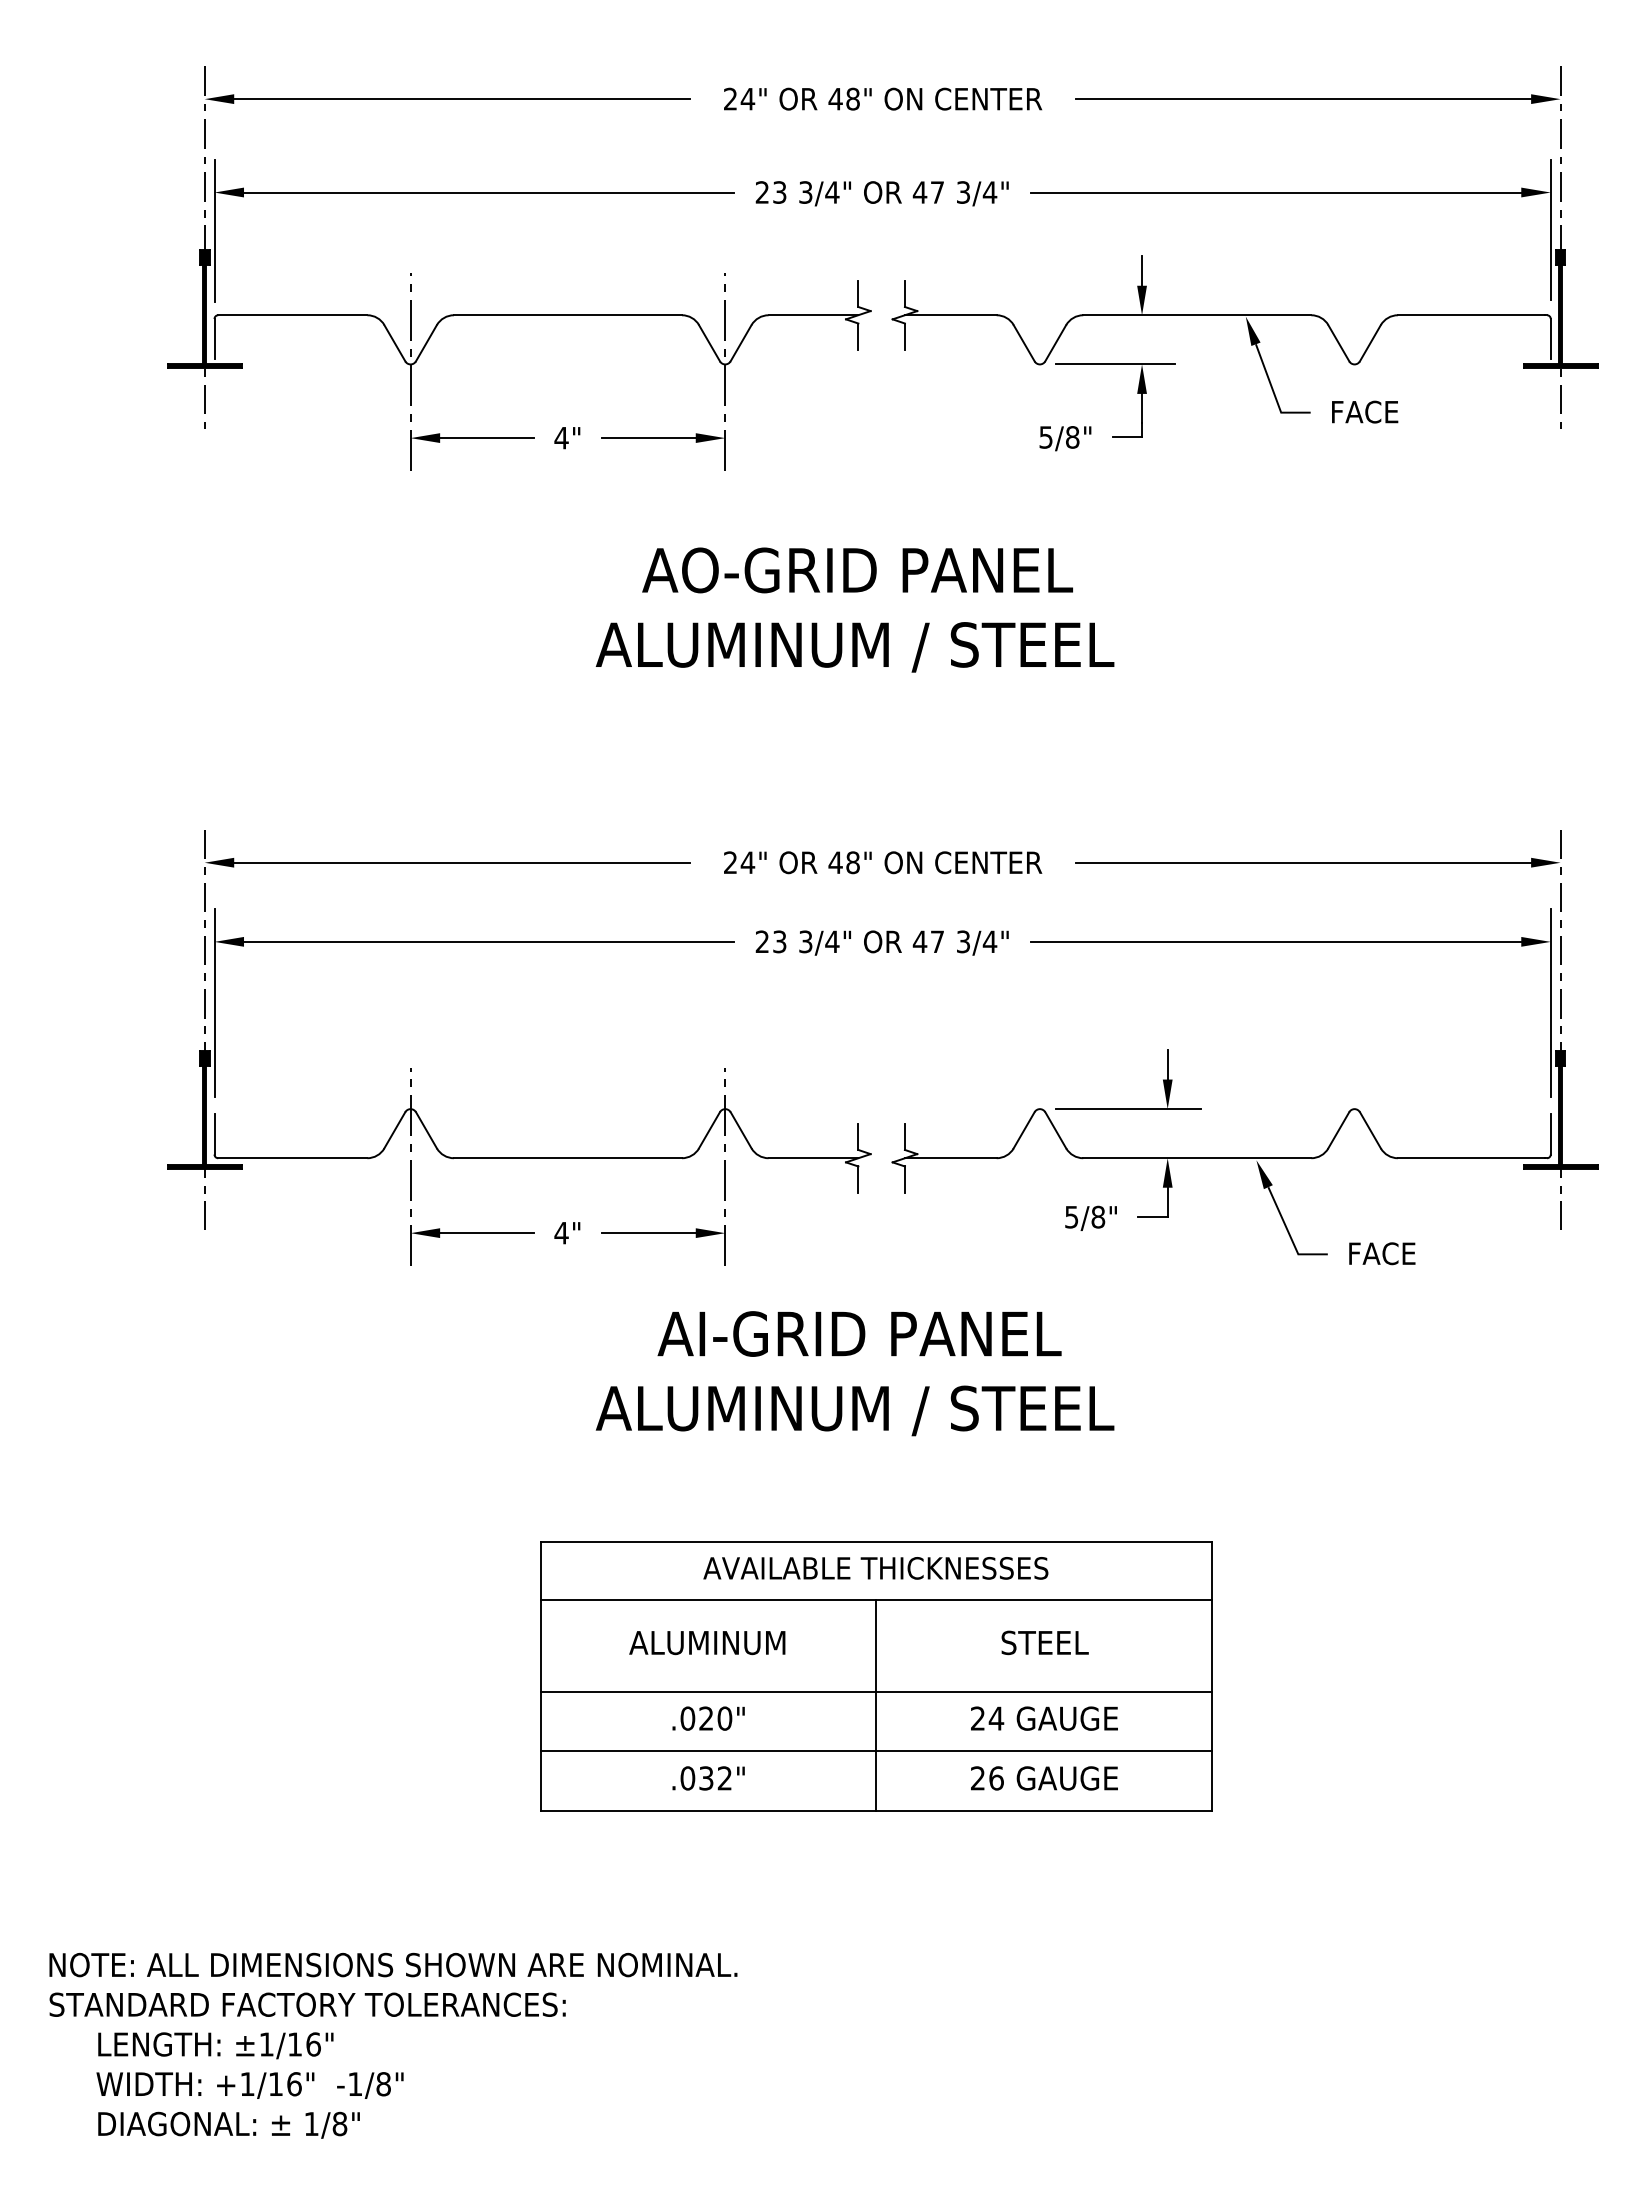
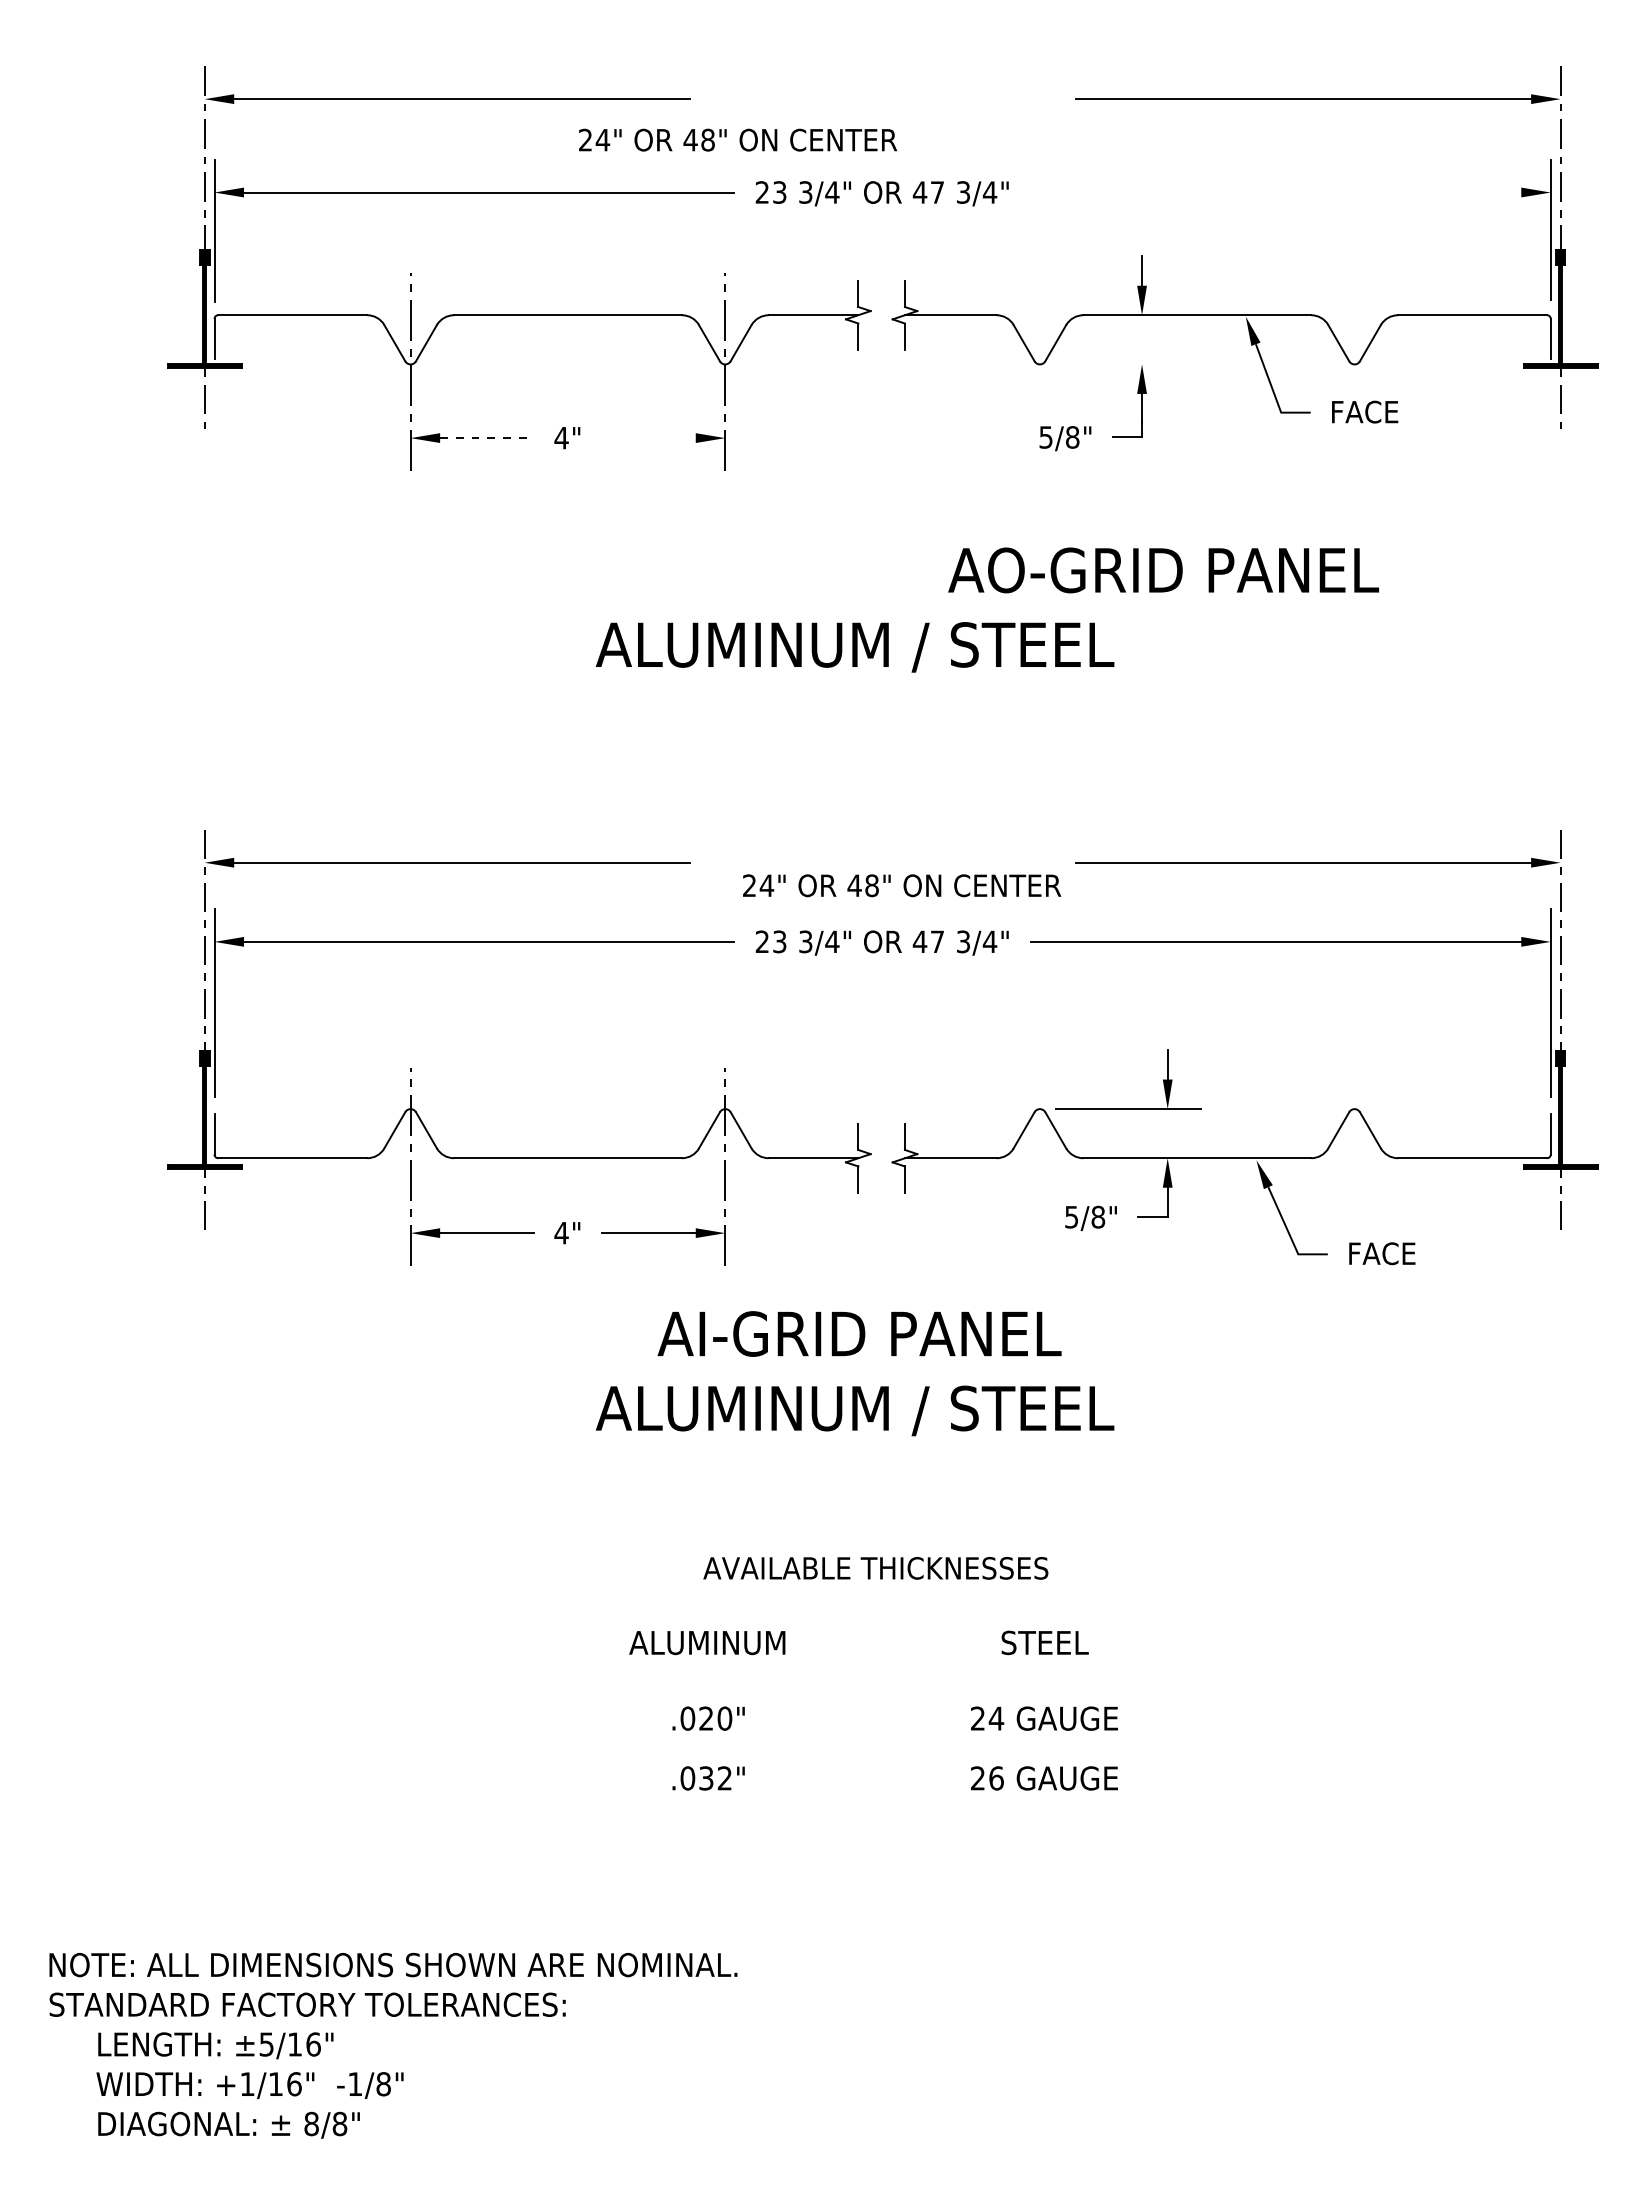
text at (883, 98) position: (883, 98) -> (738, 139)
line at (1276, 192): present -> none
line at (1115, 364): present -> none
line at (486, 438): solid -> dashed
line at (648, 438): present -> none
text at (857, 570) position: (857, 570) -> (1163, 570)
text at (883, 862) position: (883, 862) -> (902, 885)
part at (876, 1676): present -> none
text at (266, 2044): ±1/16" -> ±5/16"
text at (311, 2123): 1/8" -> 8/8"
